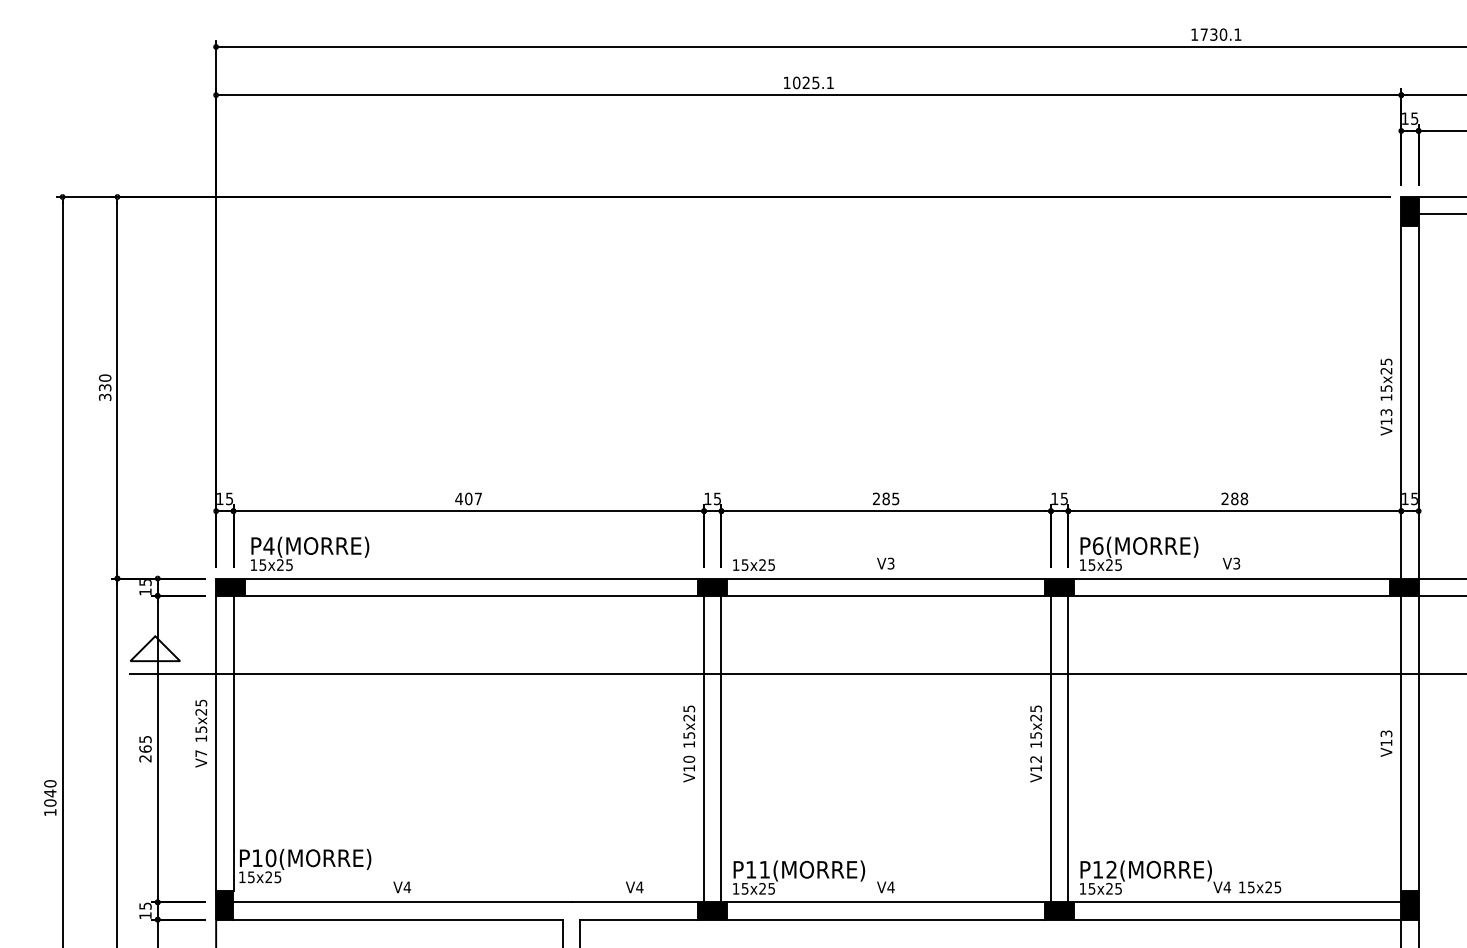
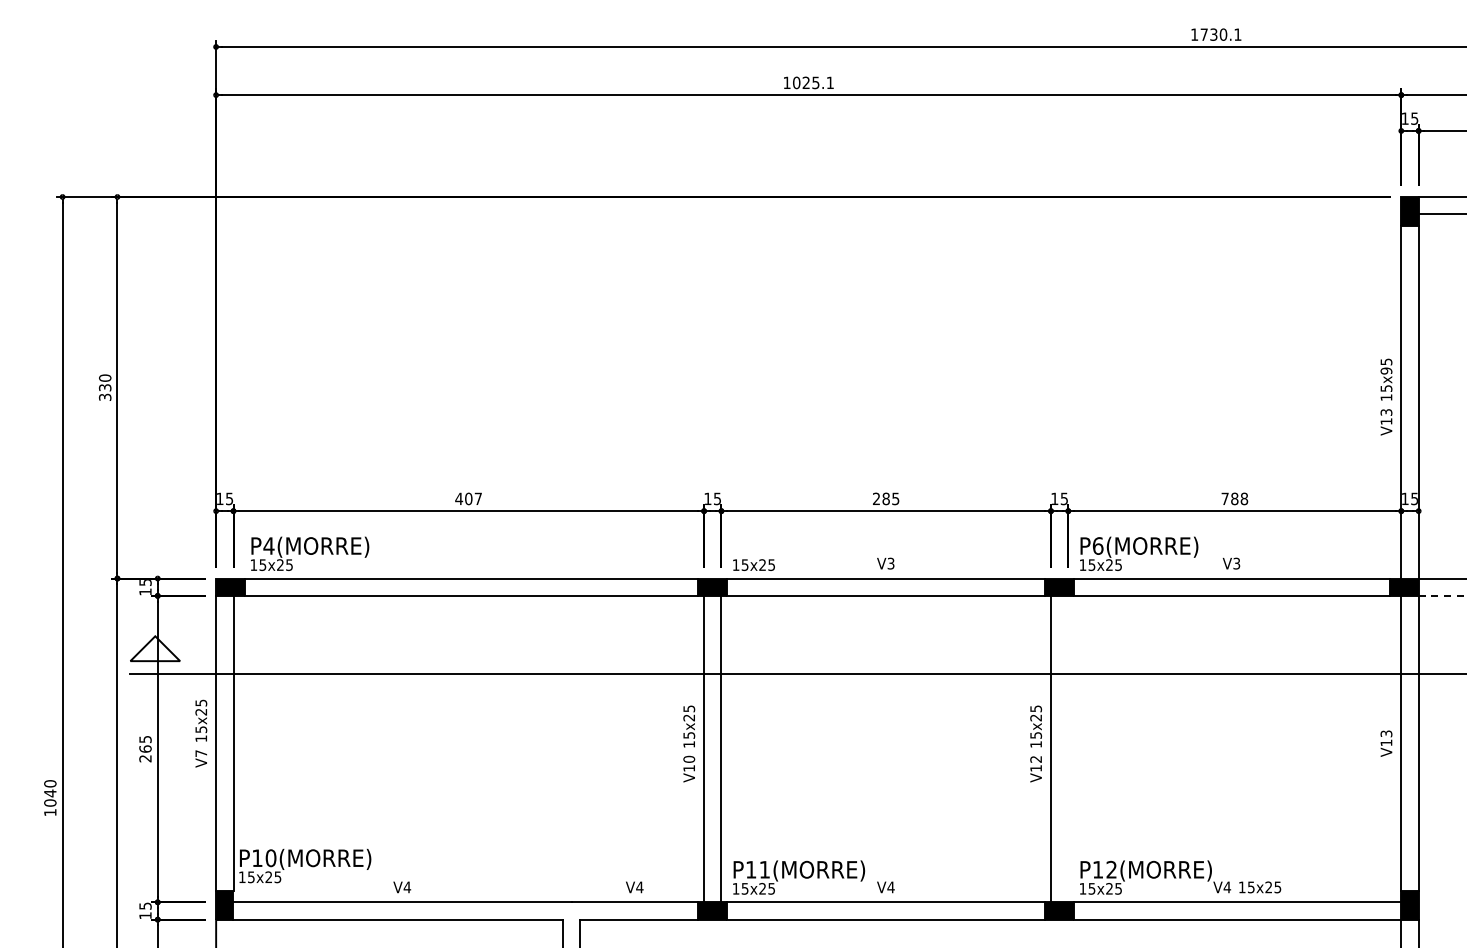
text at (1386, 370): 15x25 -> 15x95
text at (1224, 498): 288 -> 788
line at (1442, 595): solid -> dashed
line at (1068, 748): present -> none
